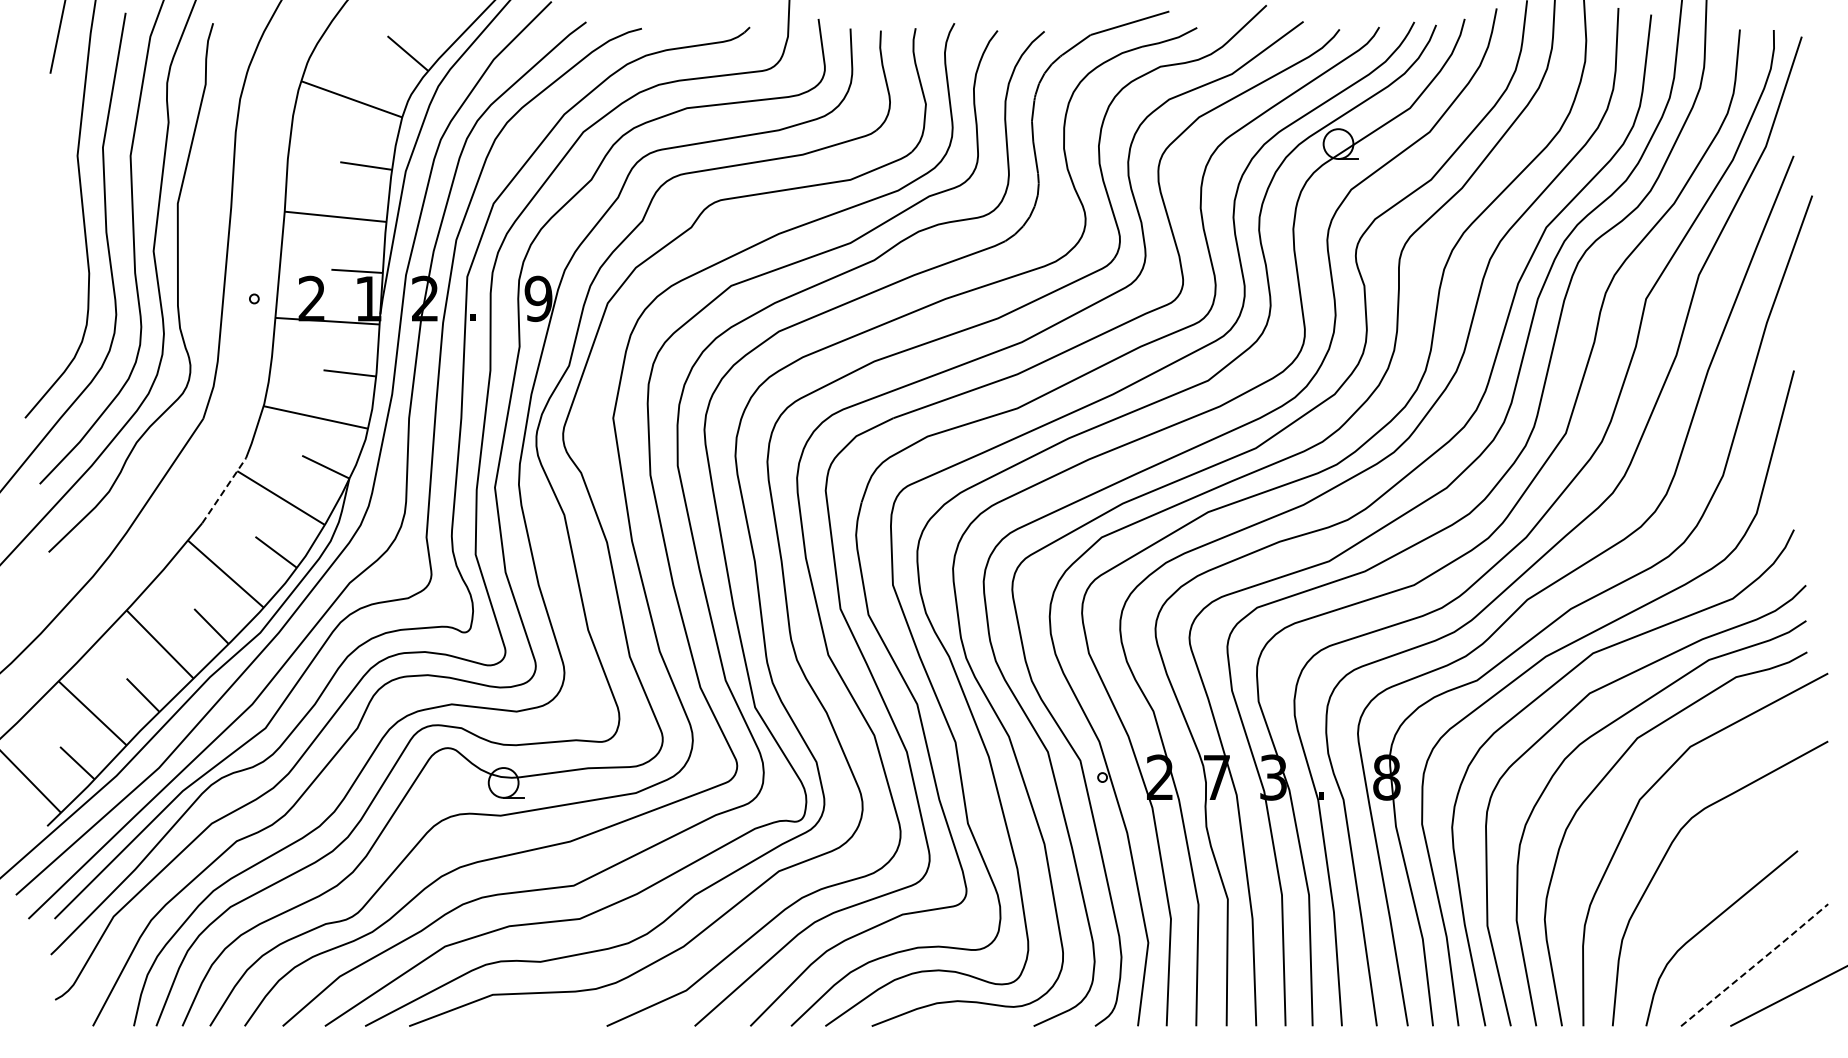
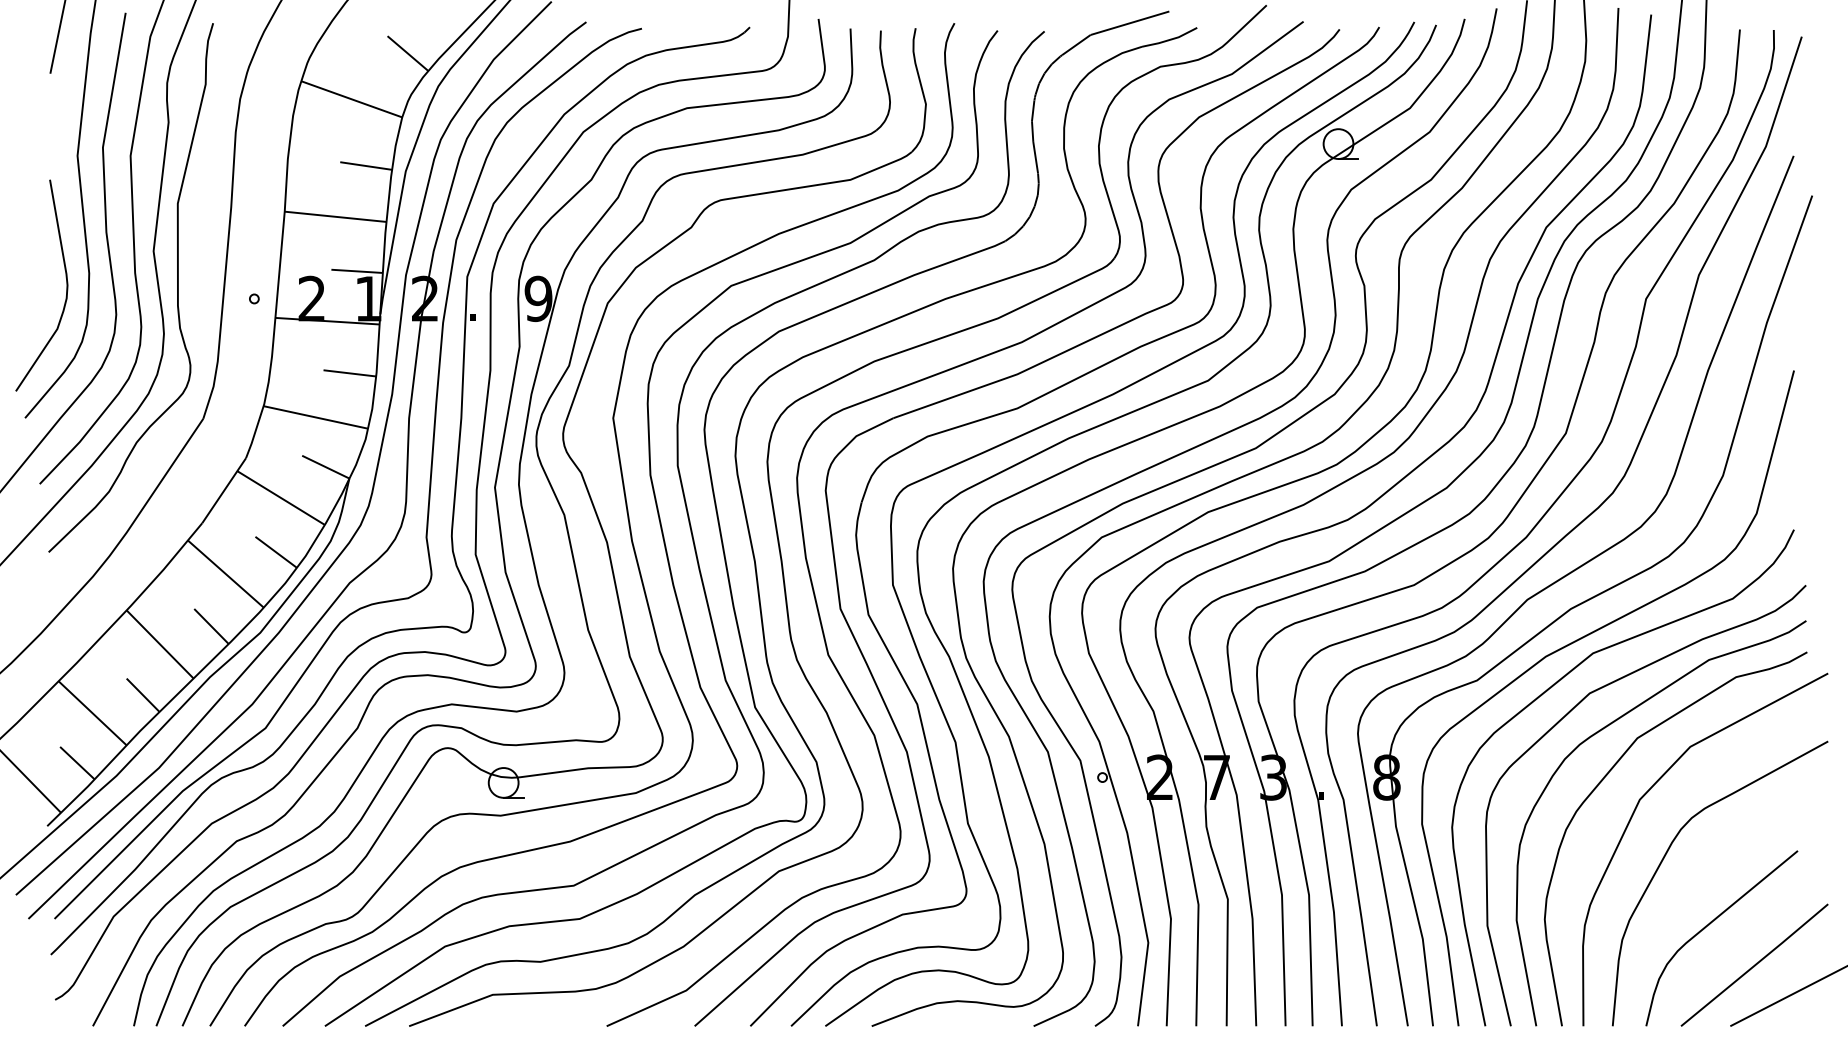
curve at (66, 285): none -> present
line at (224, 490): dashed -> solid
line at (1755, 964): dashed -> solid
